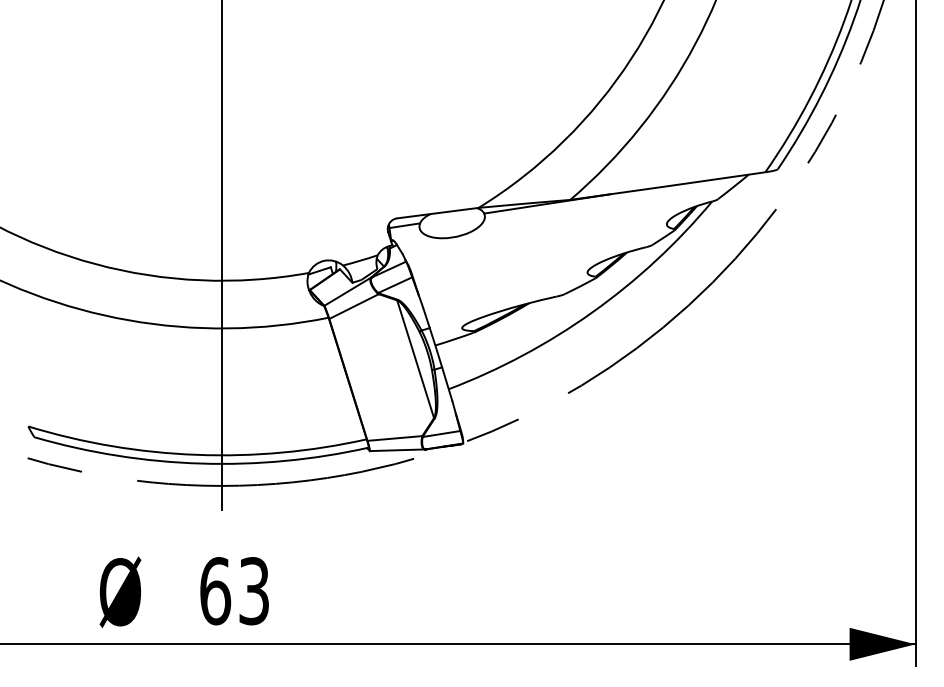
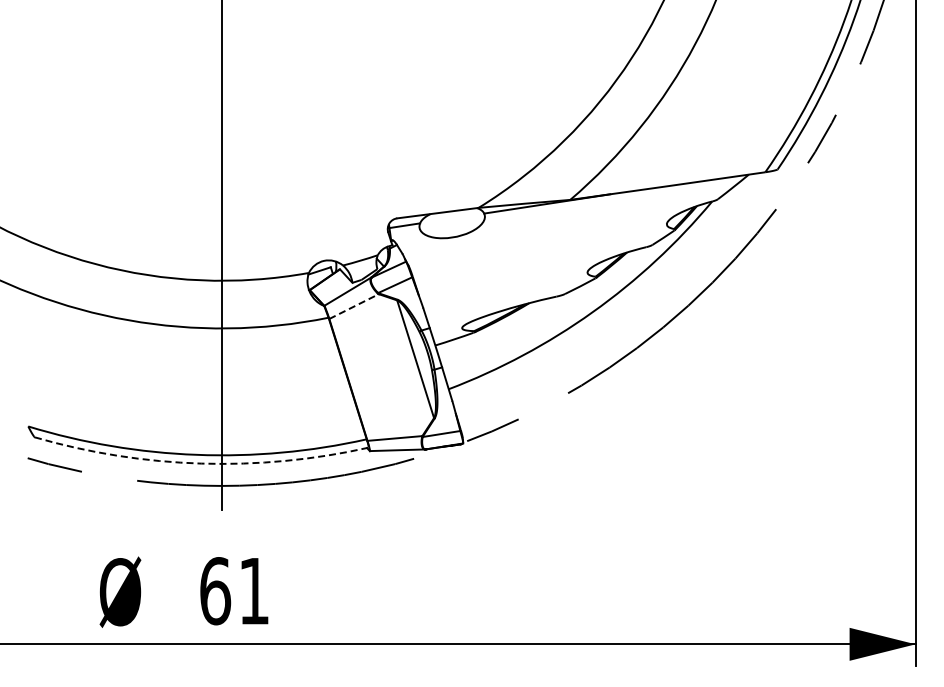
line at (354, 306): solid -> dashed
arc at (201, 463): solid -> dashed
text at (253, 591): 63 -> 61
